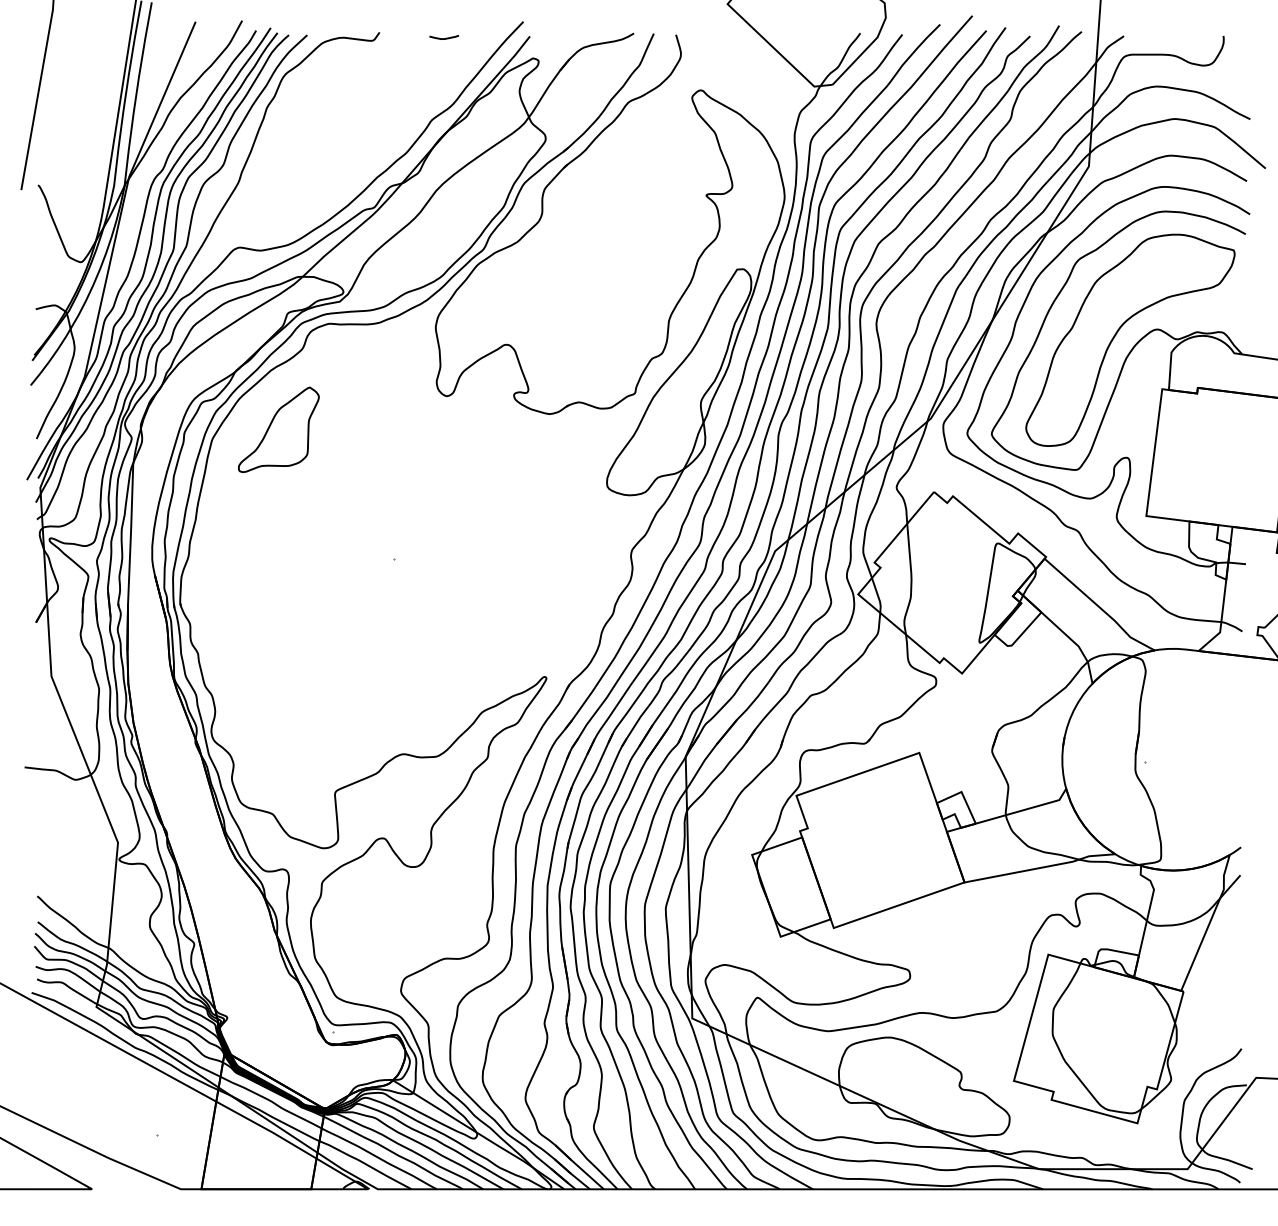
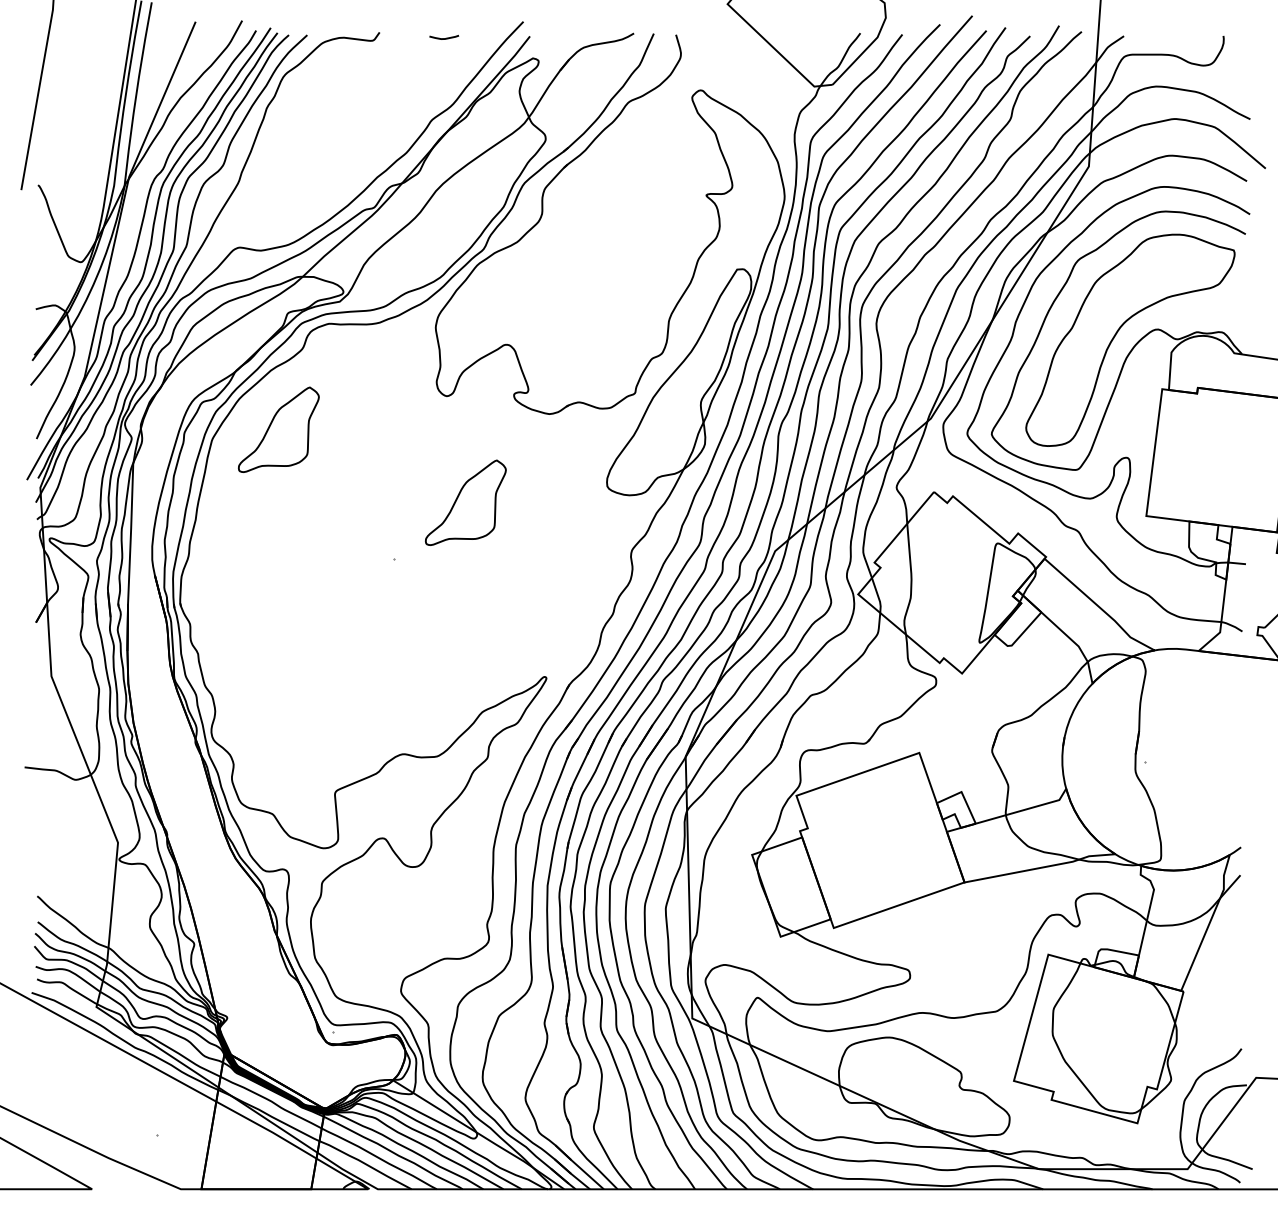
part at (465, 502): none -> present
